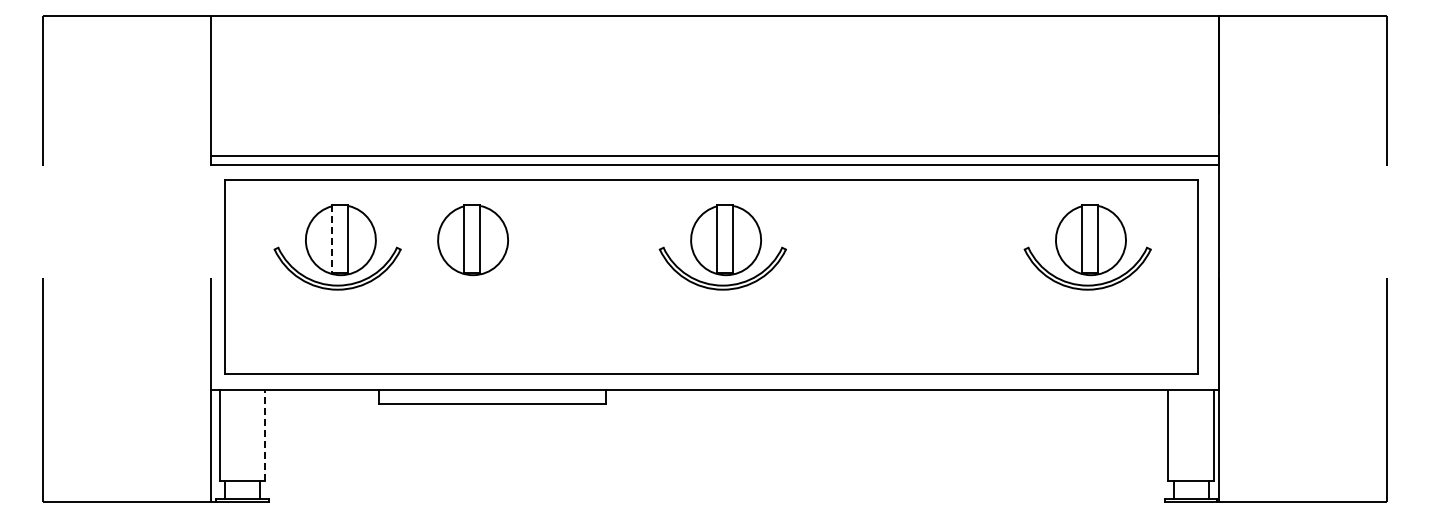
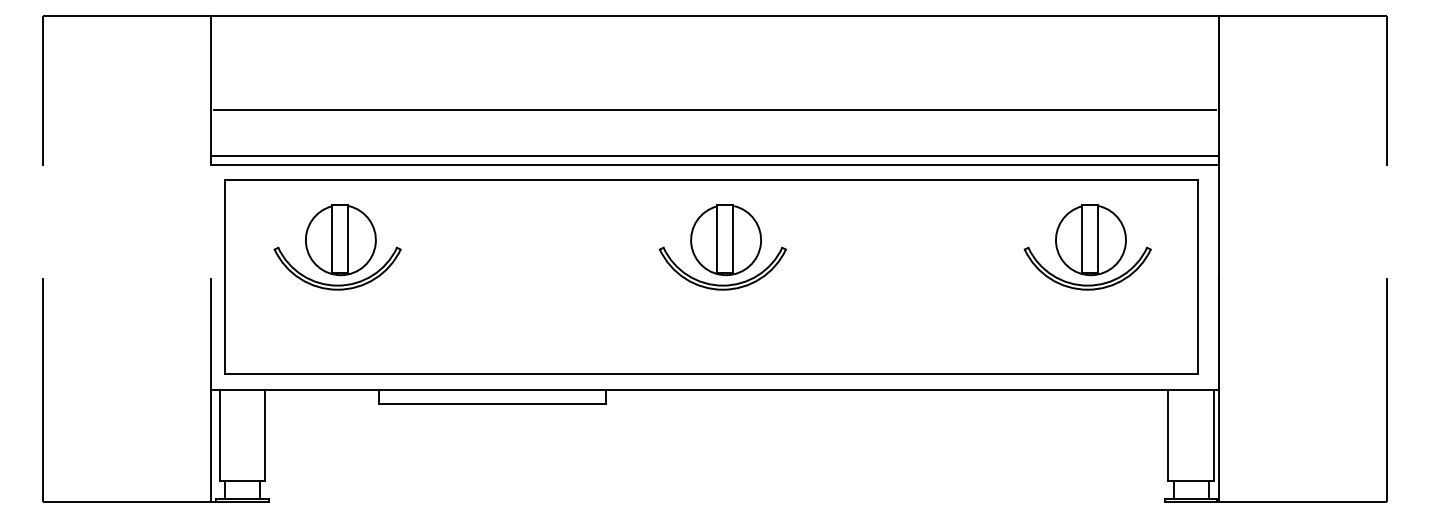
line at (714, 110): none -> present
line at (332, 239): dashed -> solid
part at (472, 240): present -> none
line at (265, 435): dashed -> solid
